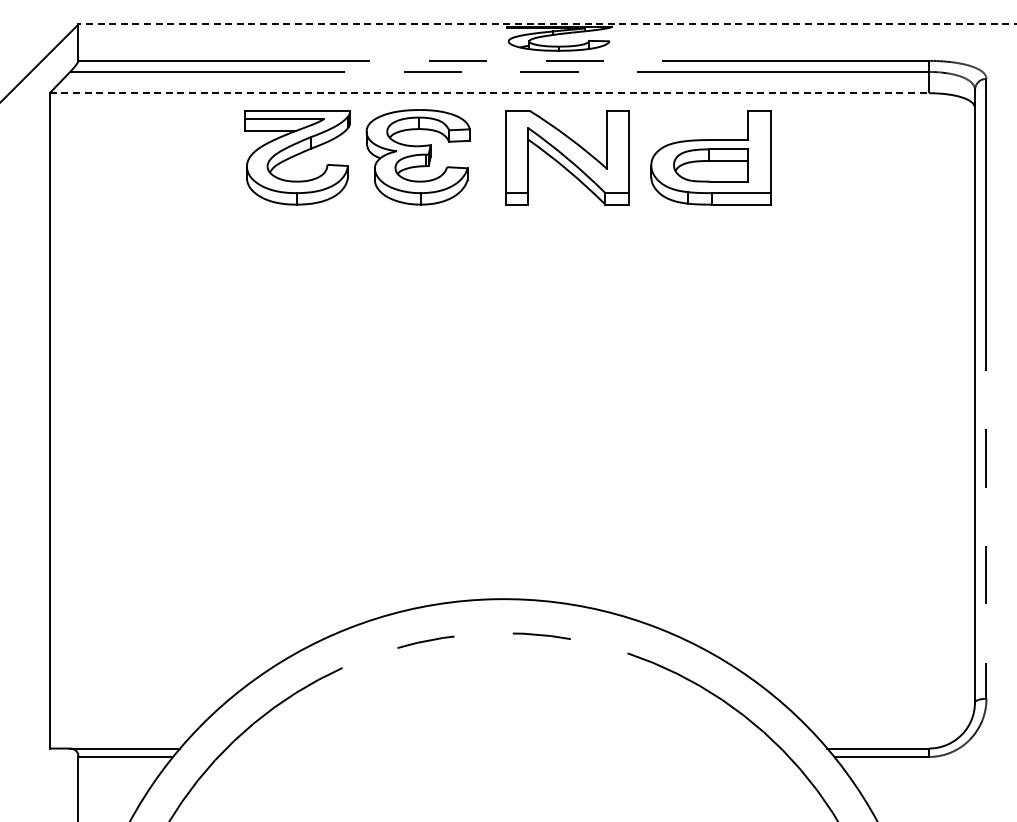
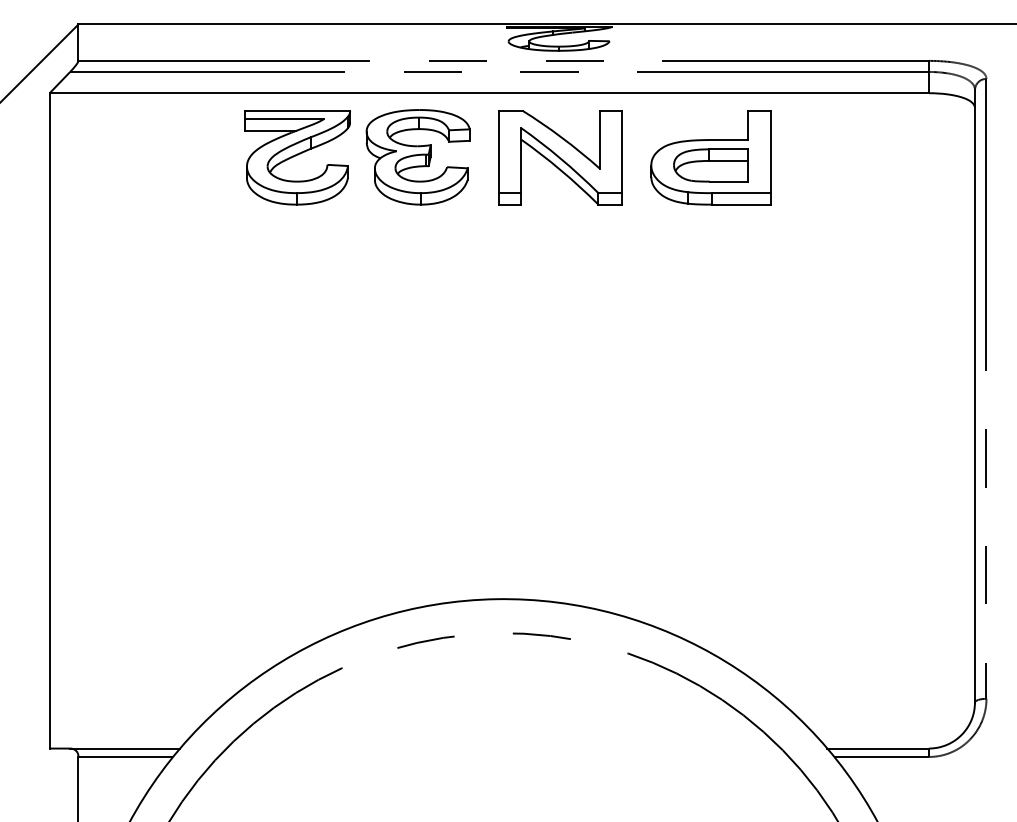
line at (547, 24): dashed -> solid
line at (489, 93): dashed -> solid
part at (567, 157) position: (567, 157) -> (560, 157)
